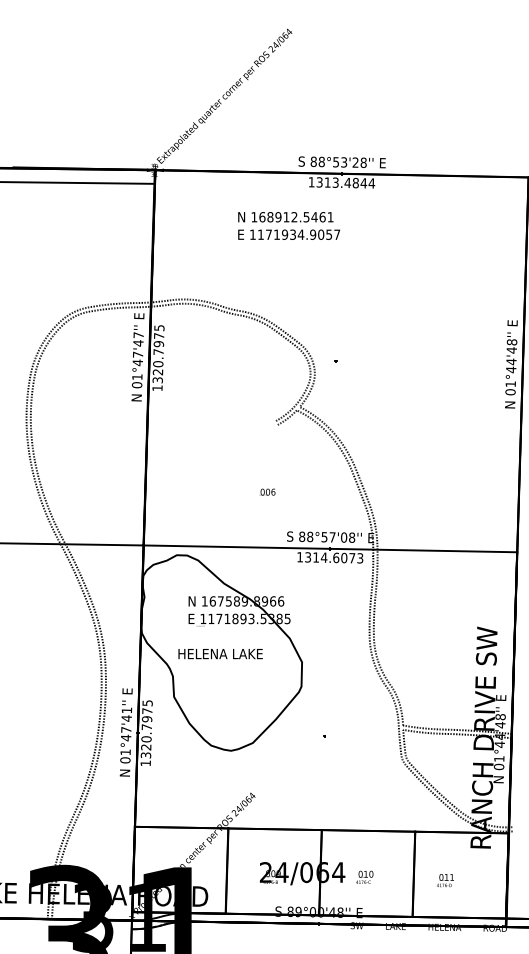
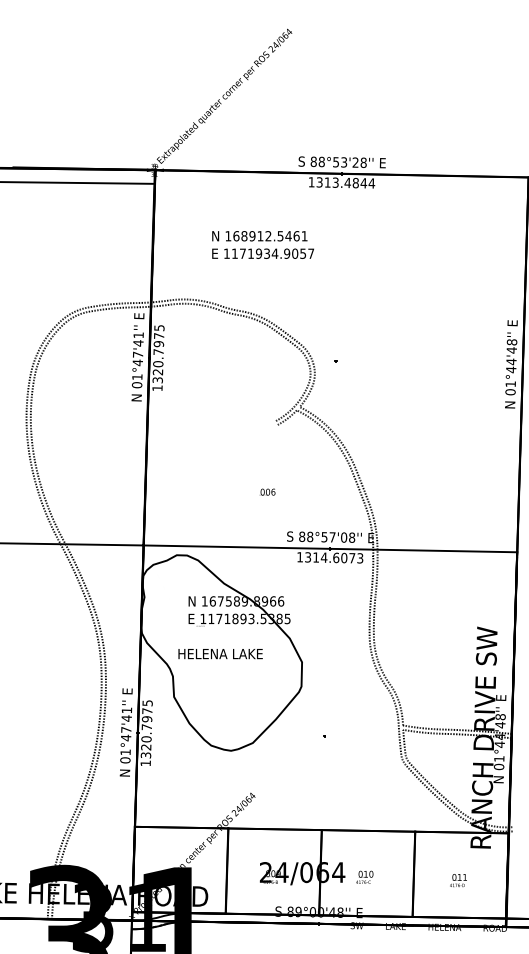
text at (288, 225) position: (288, 225) -> (262, 244)
text at (138, 334): 01°47'47'' -> 01°47'41''
text at (445, 880) position: (445, 880) -> (458, 880)
